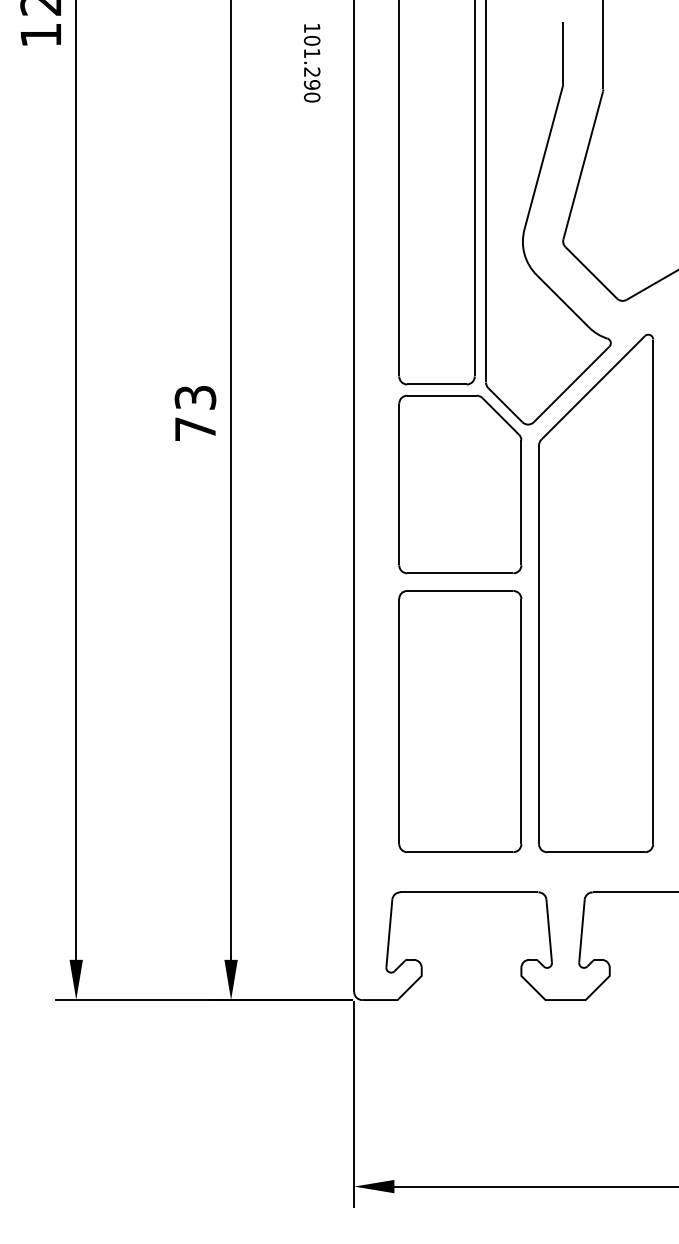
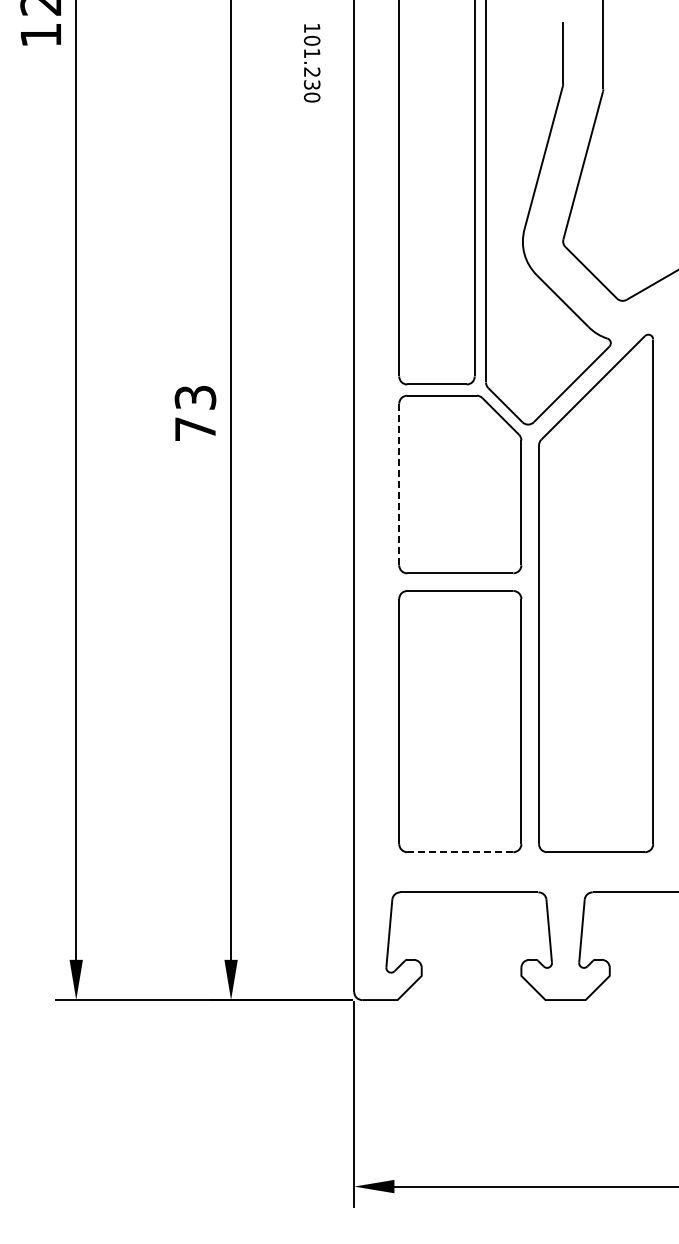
text at (312, 84): 101.290 -> 101.230
line at (399, 484): solid -> dashed
line at (460, 852): solid -> dashed
